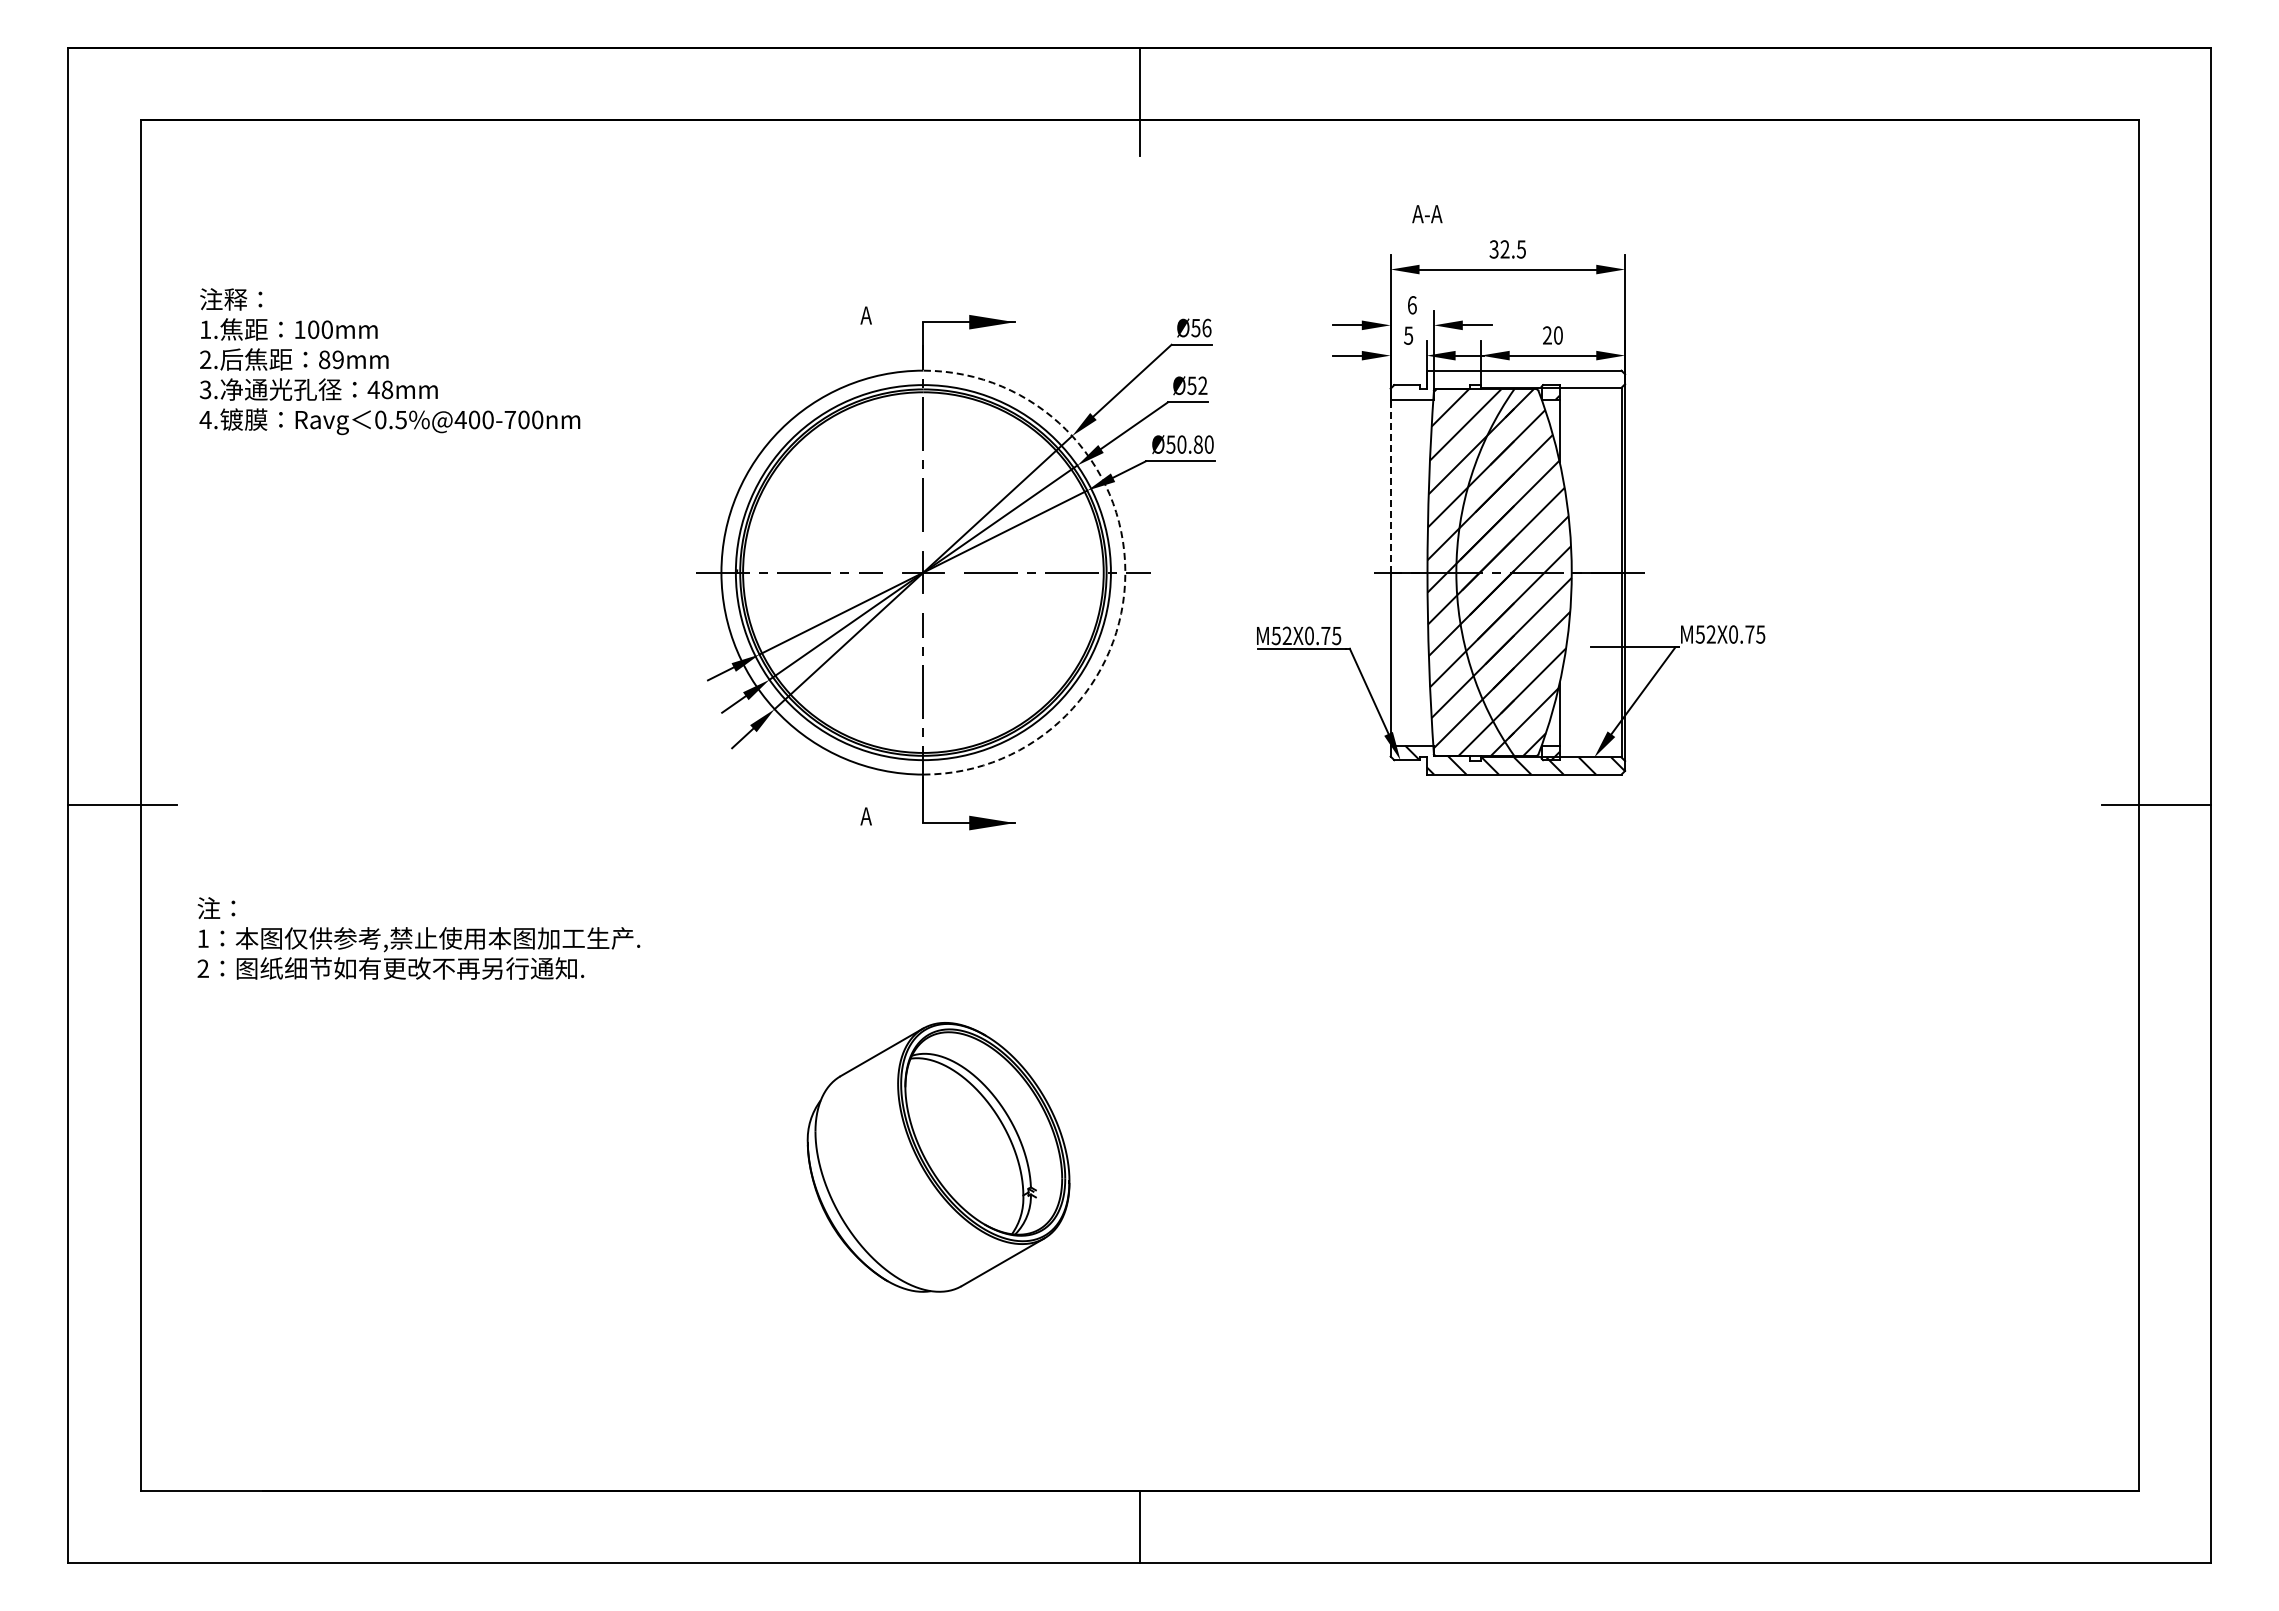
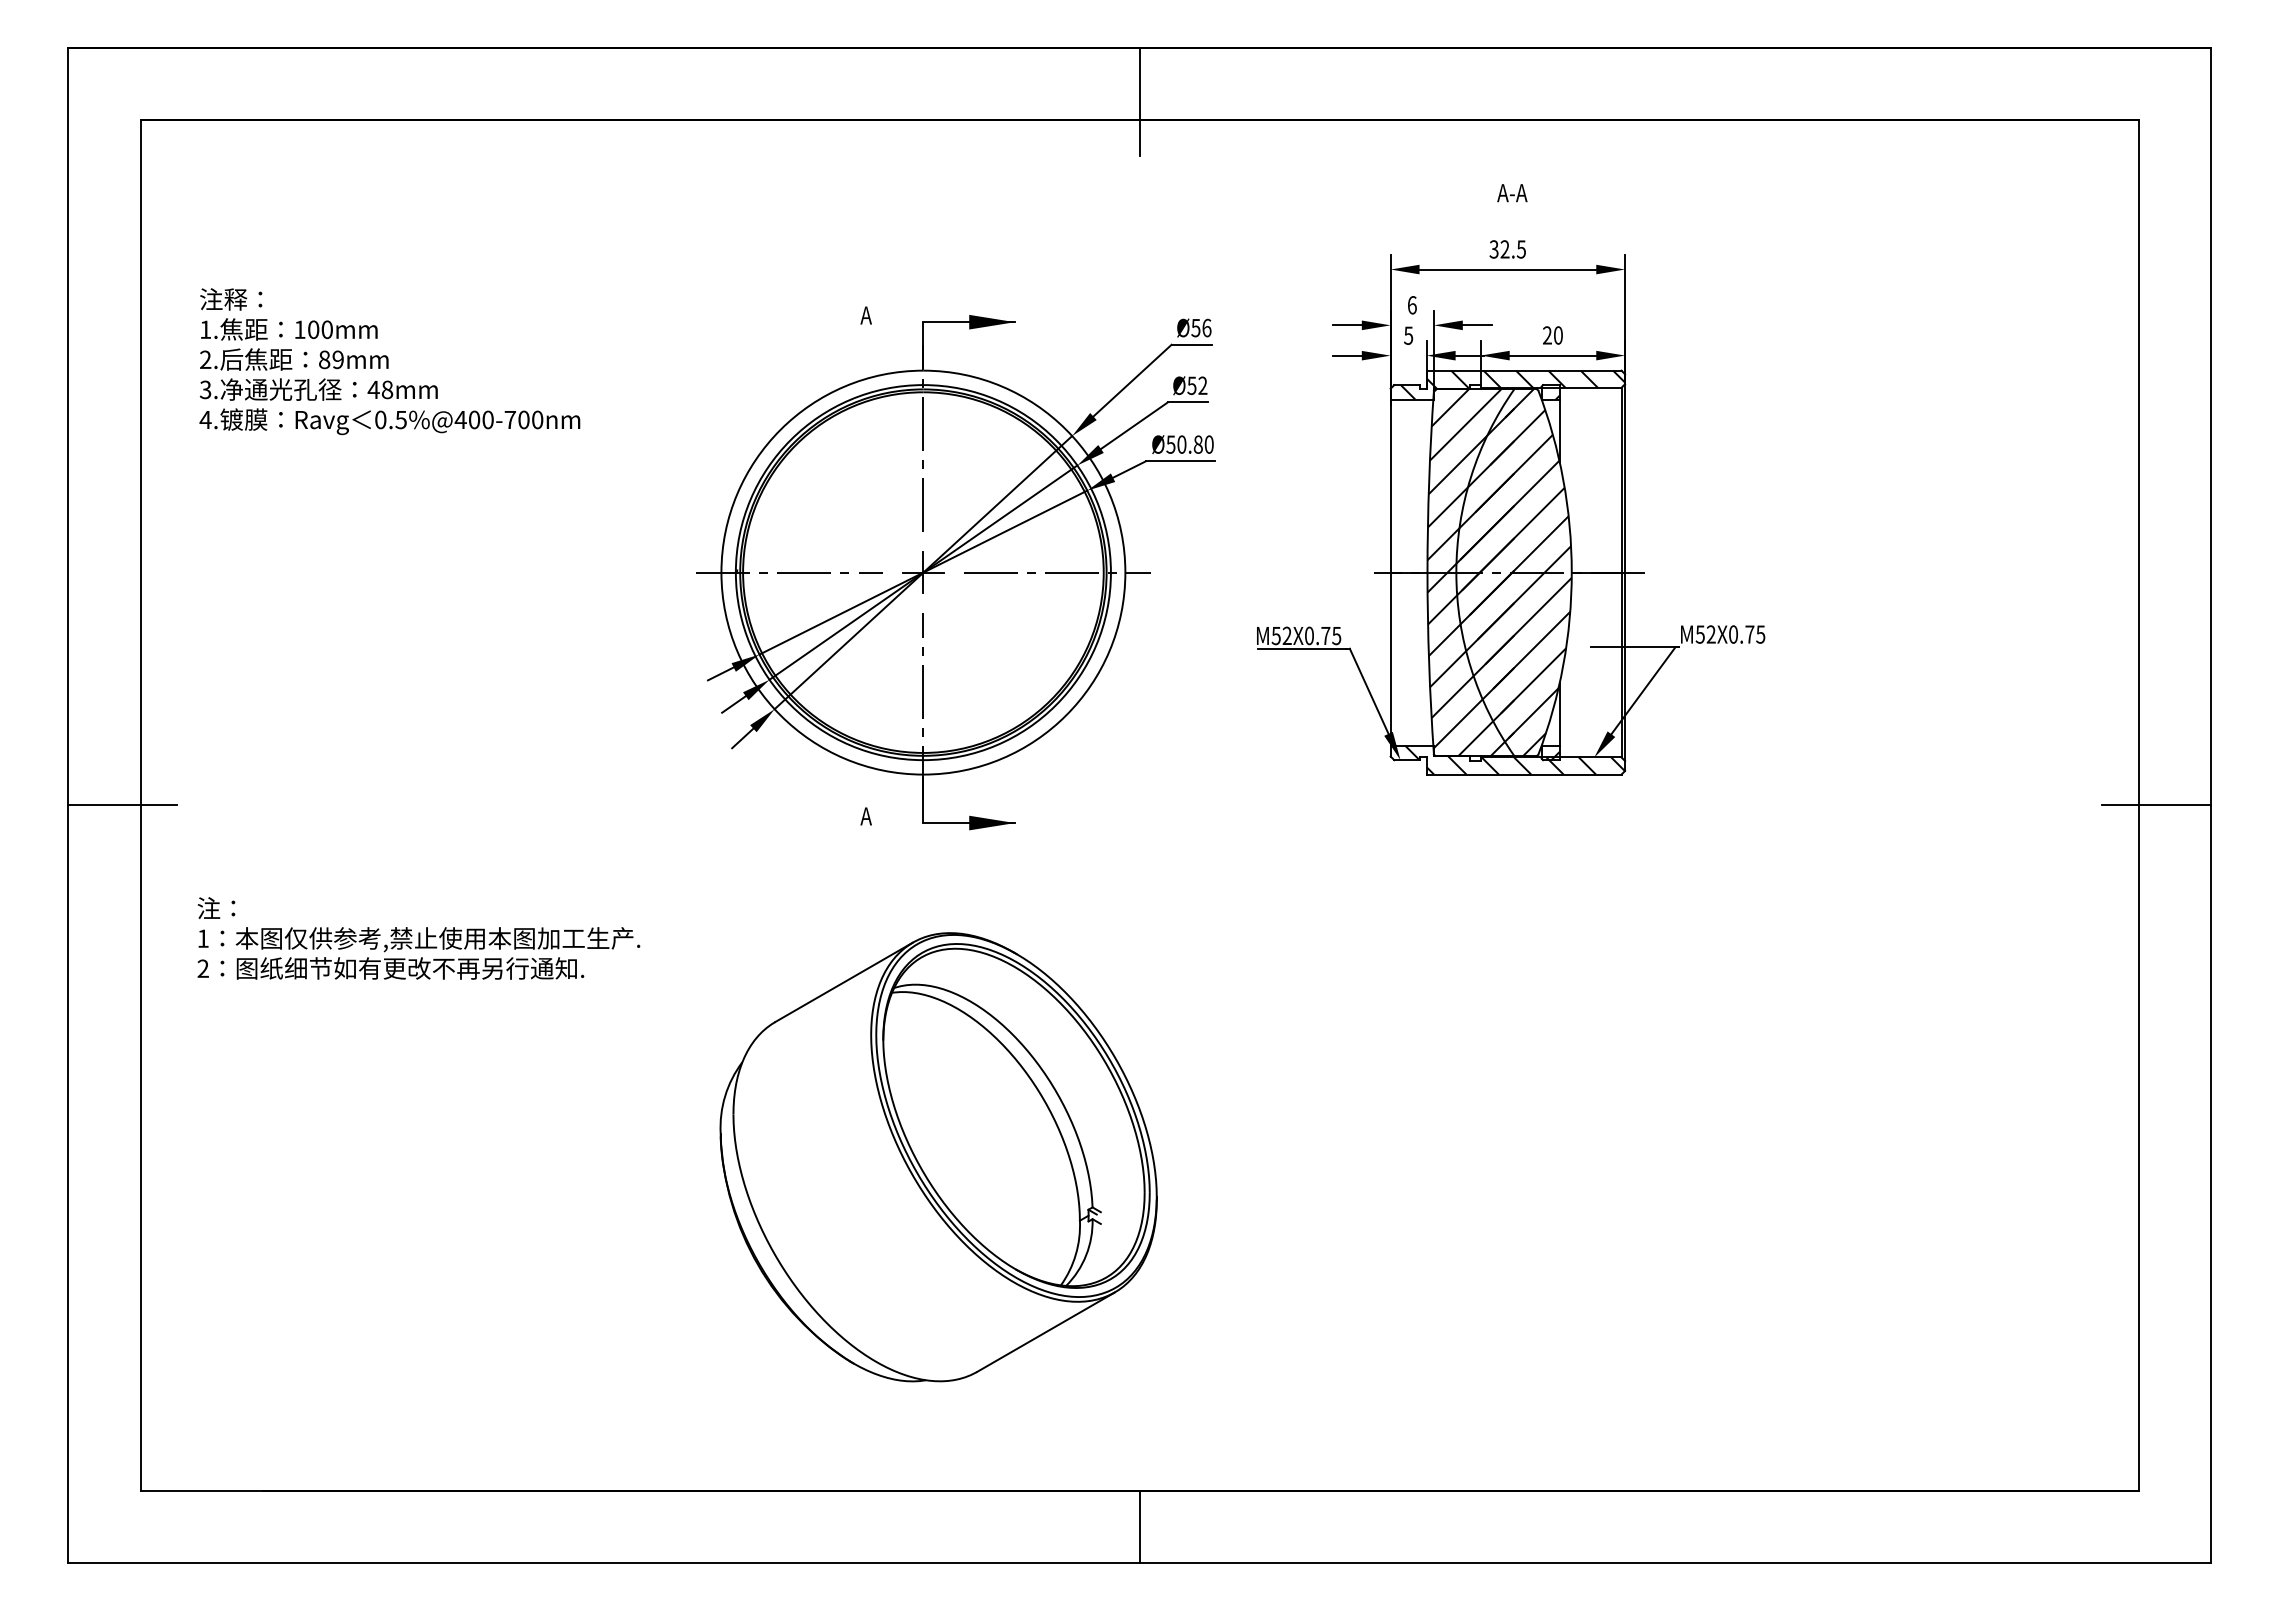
text at (1427, 214) position: (1427, 214) -> (1512, 193)
hatch at (1512, 384): none -> present
line at (1390, 486): dashed -> solid
arc at (1125, 572): dashed -> solid
part at (938, 1157) size: 265x271 px -> 439x451 px
